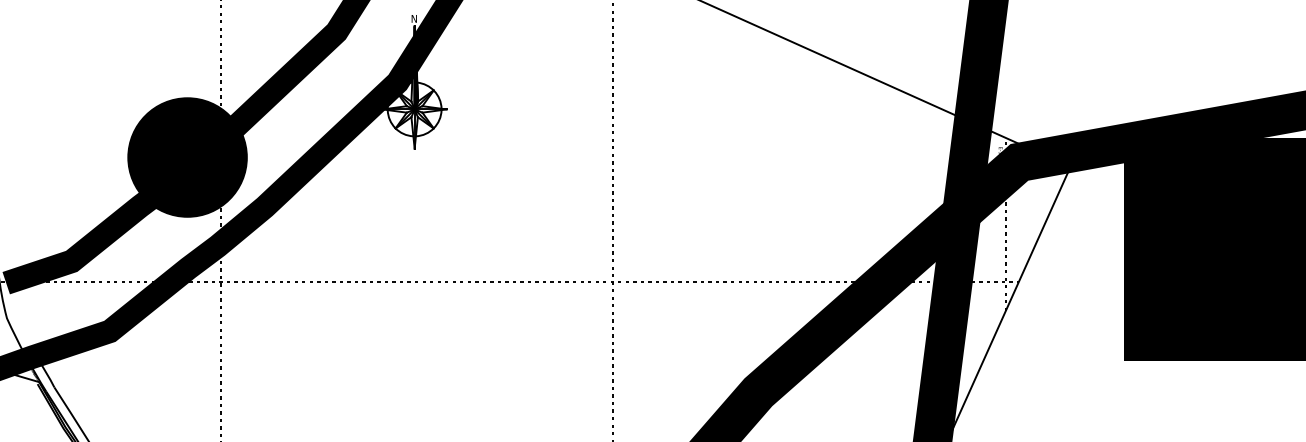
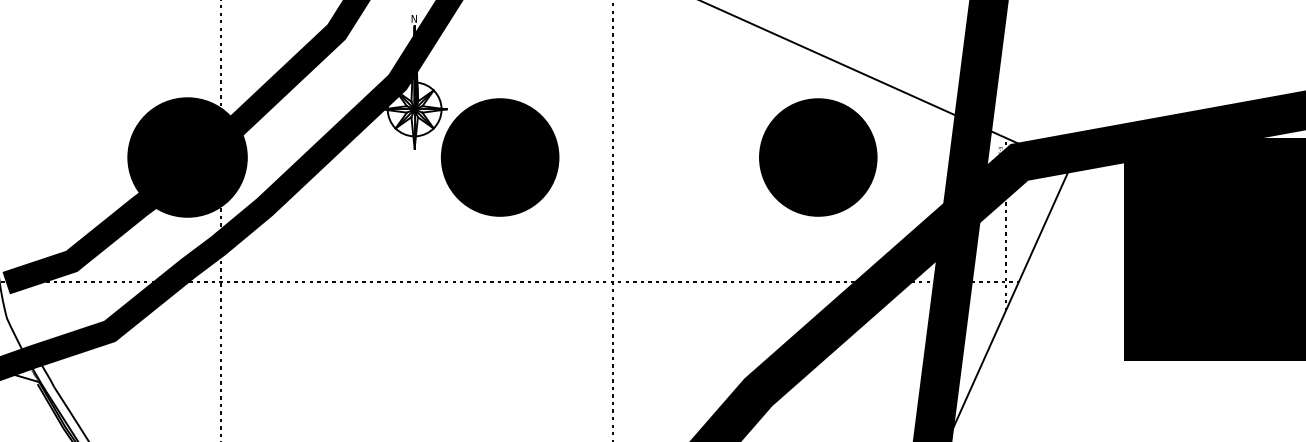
fill at (499, 157): none -> present
part at (818, 157): none -> present
